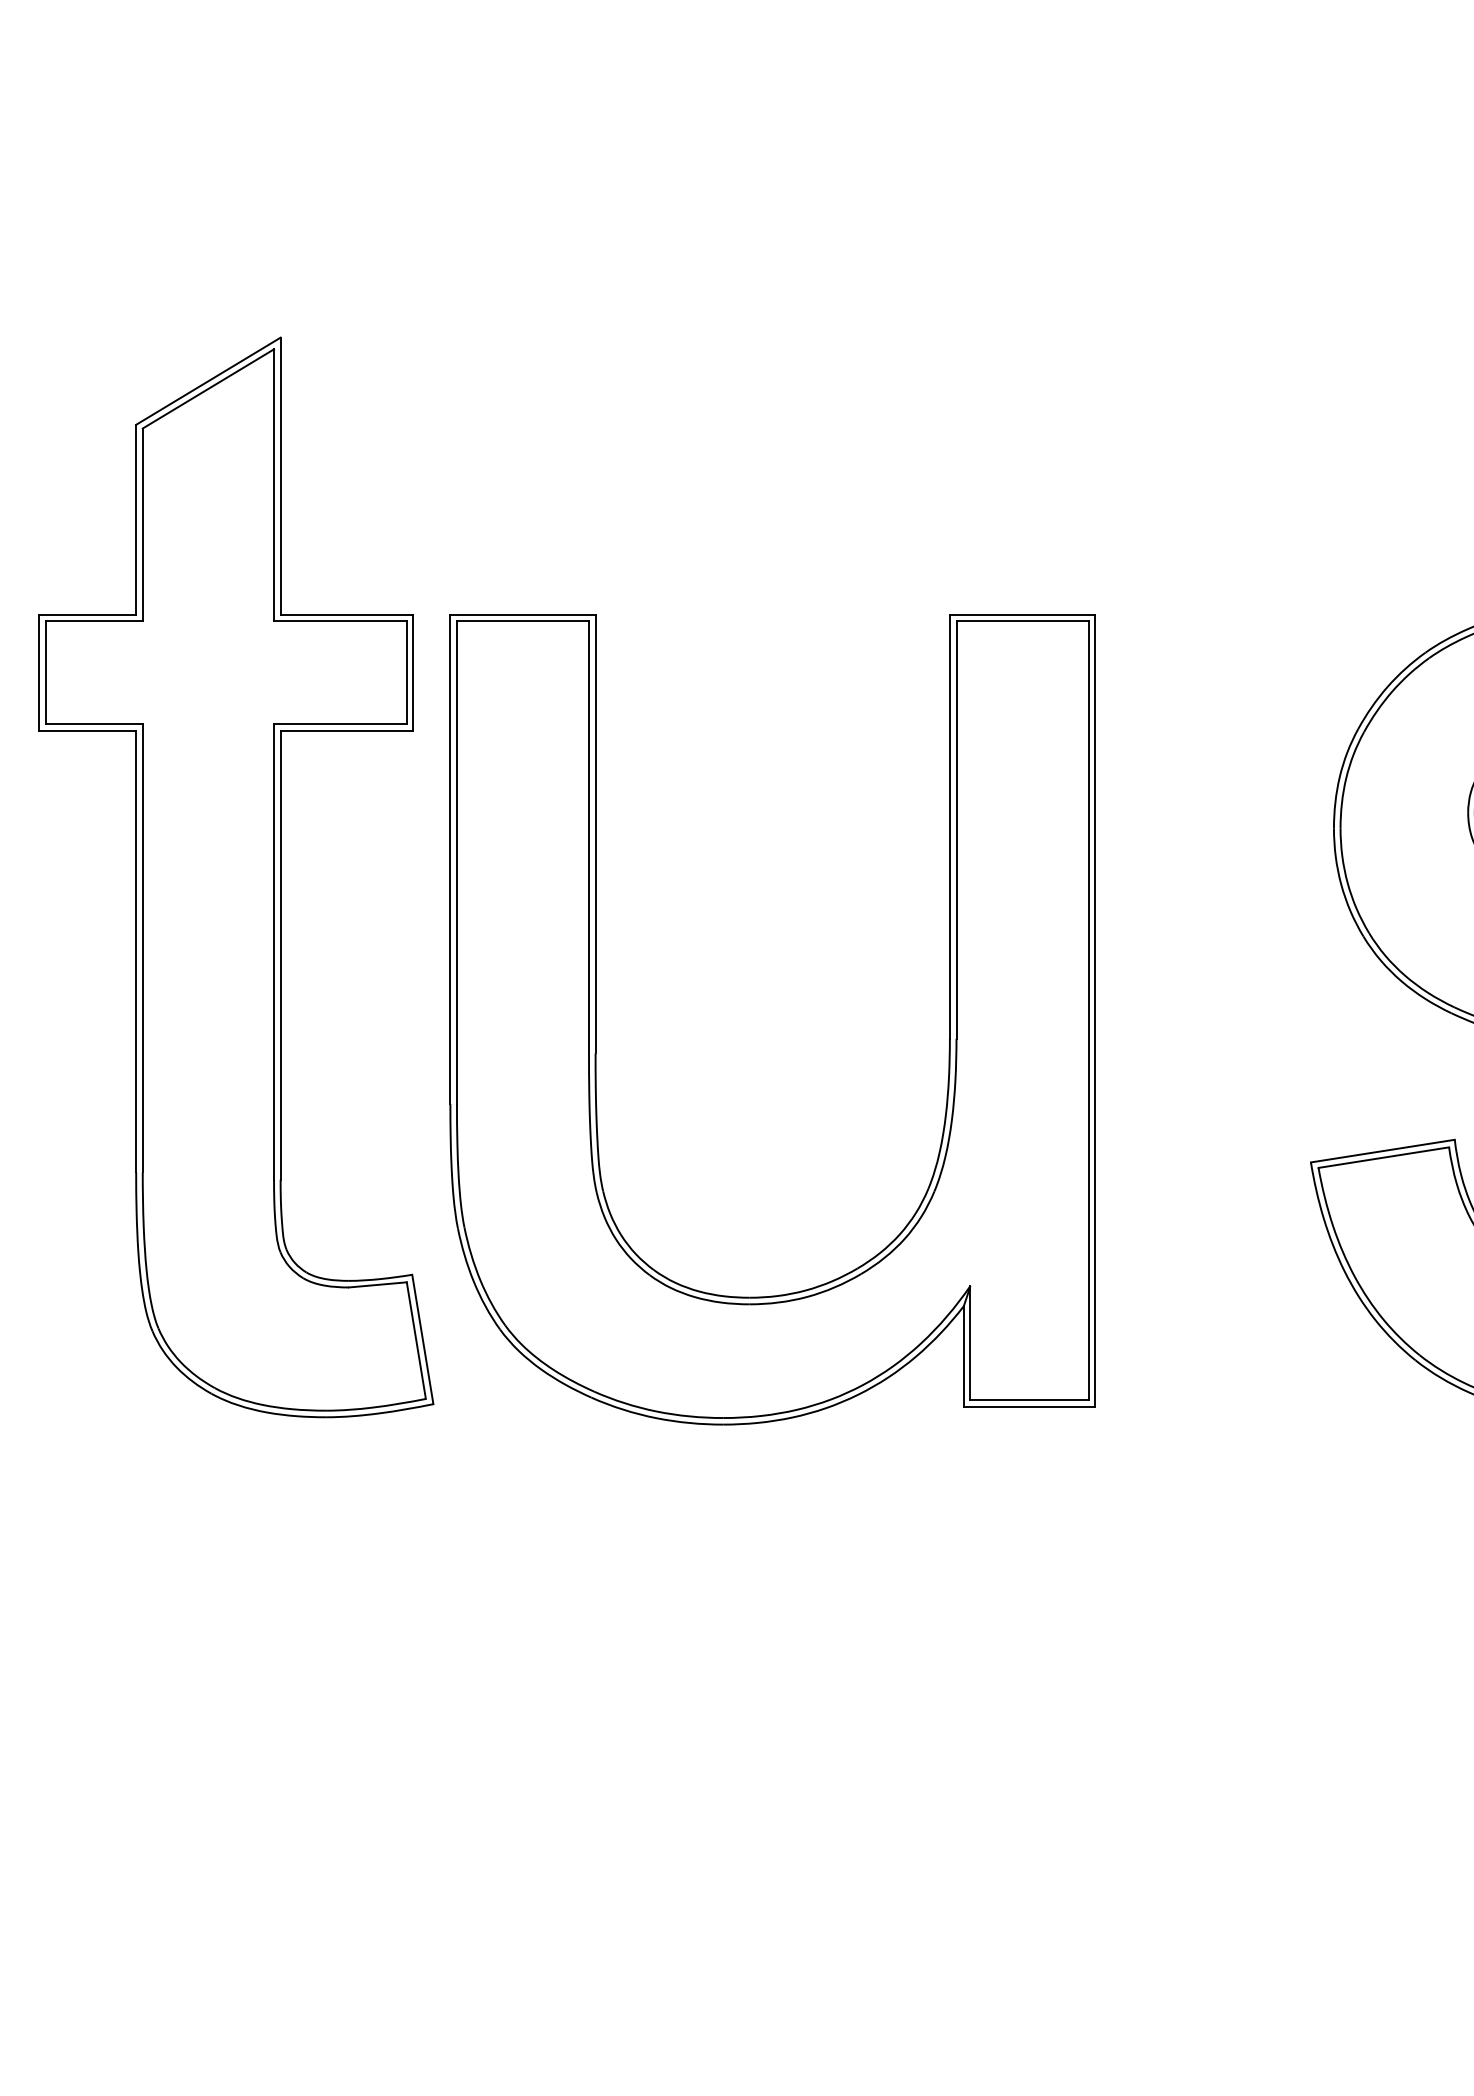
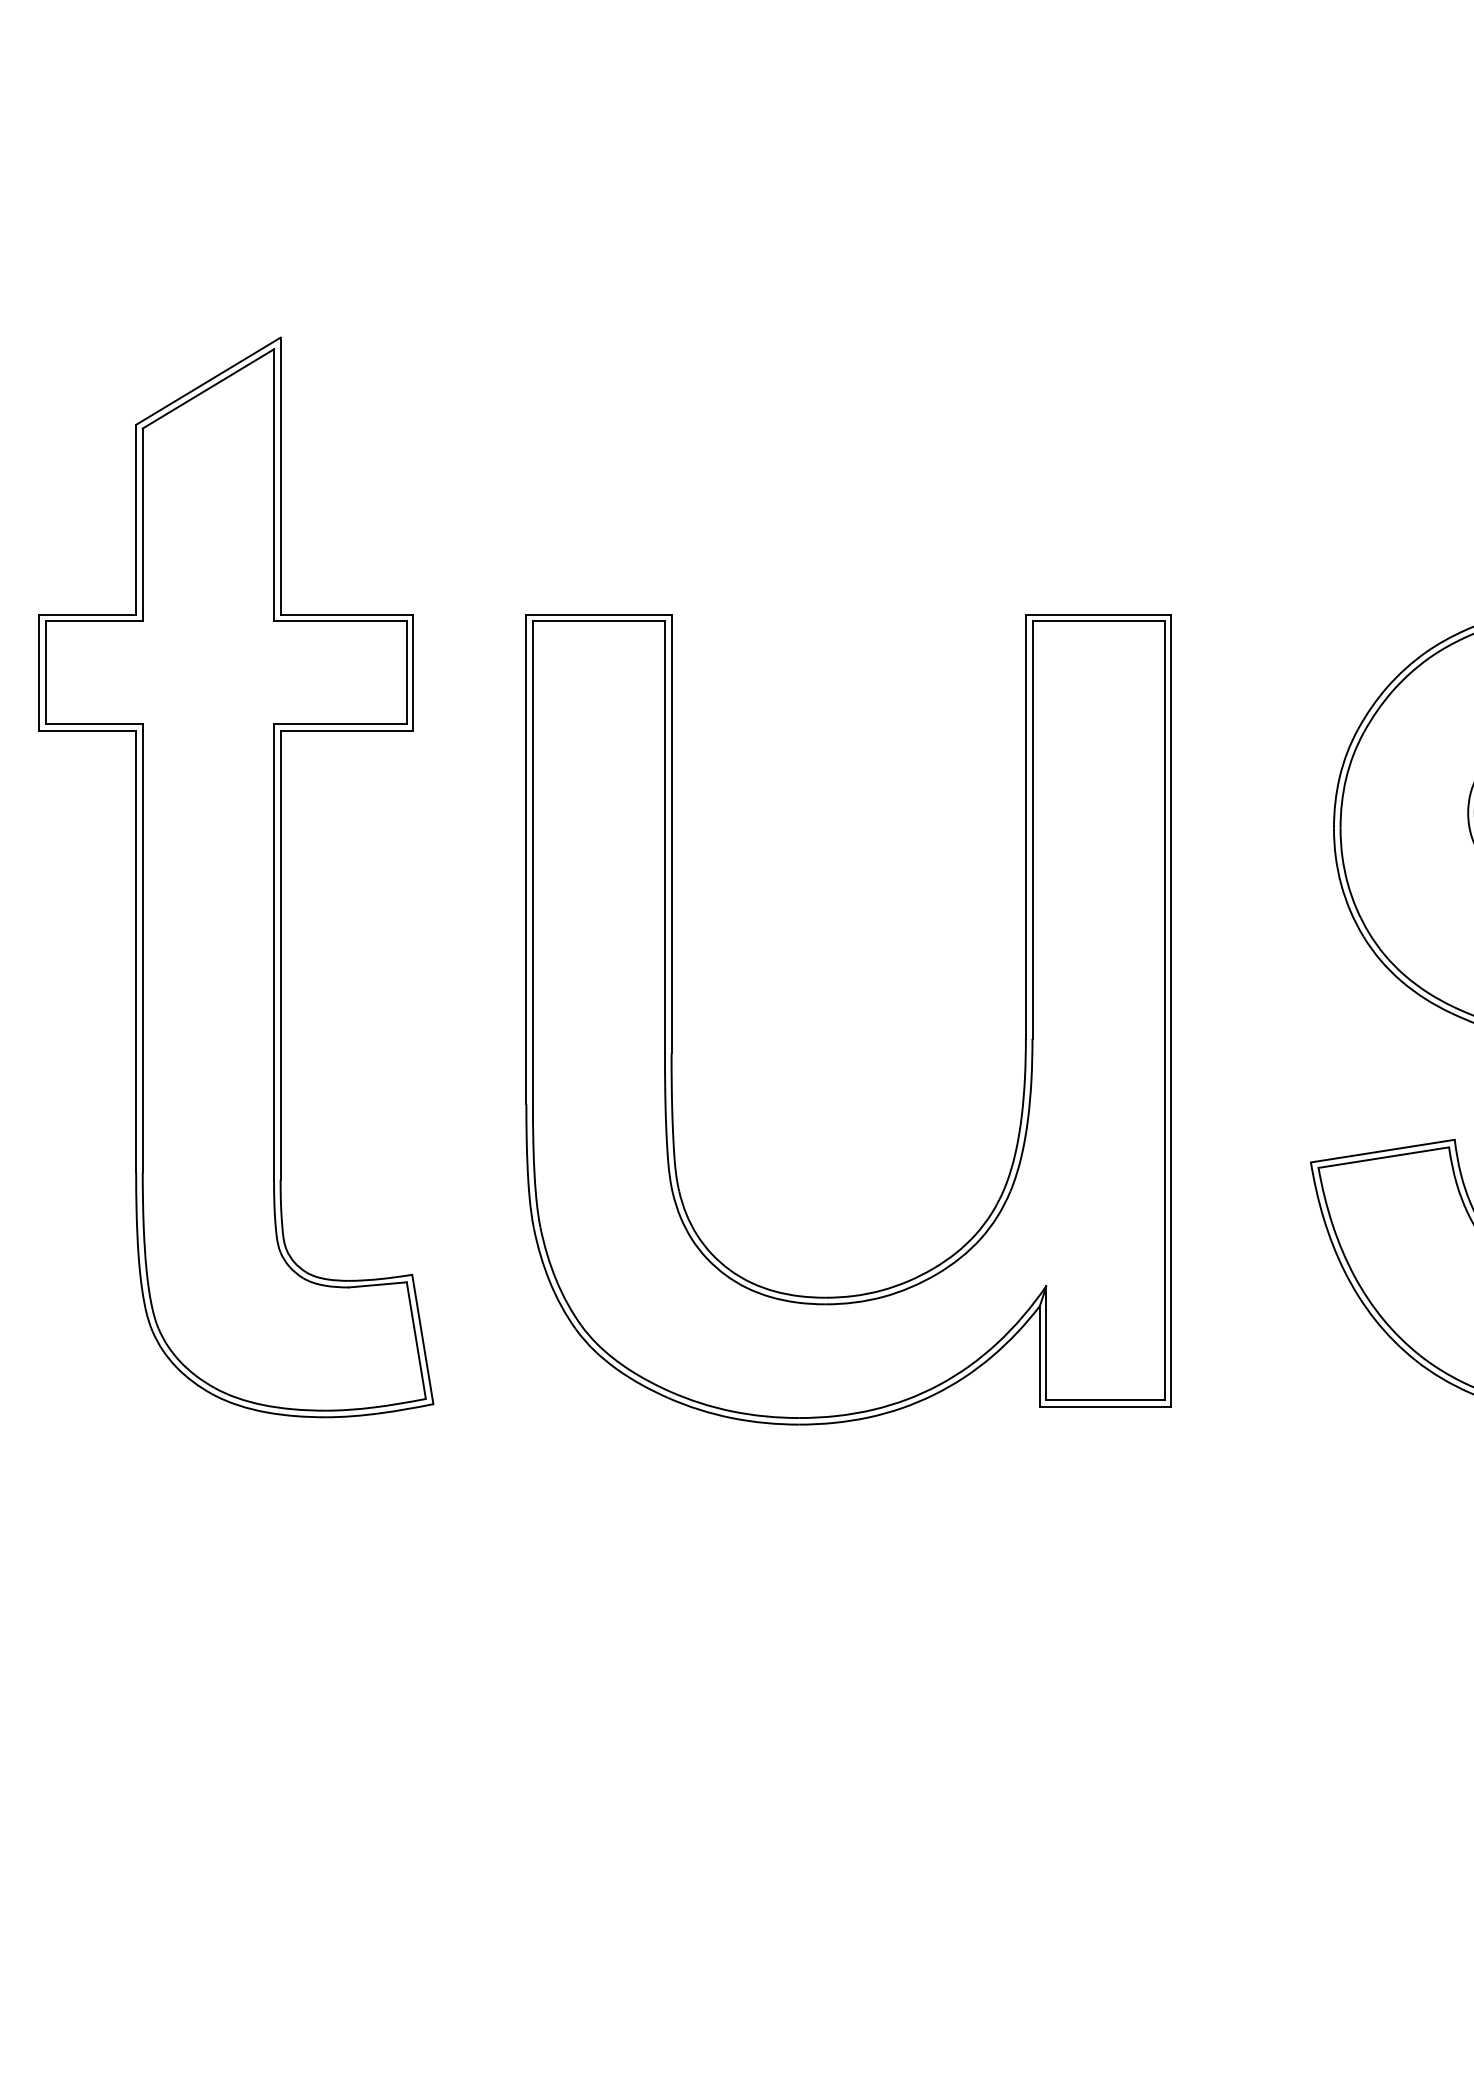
part at (596, 1019) position: (596, 1019) -> (672, 1019)
